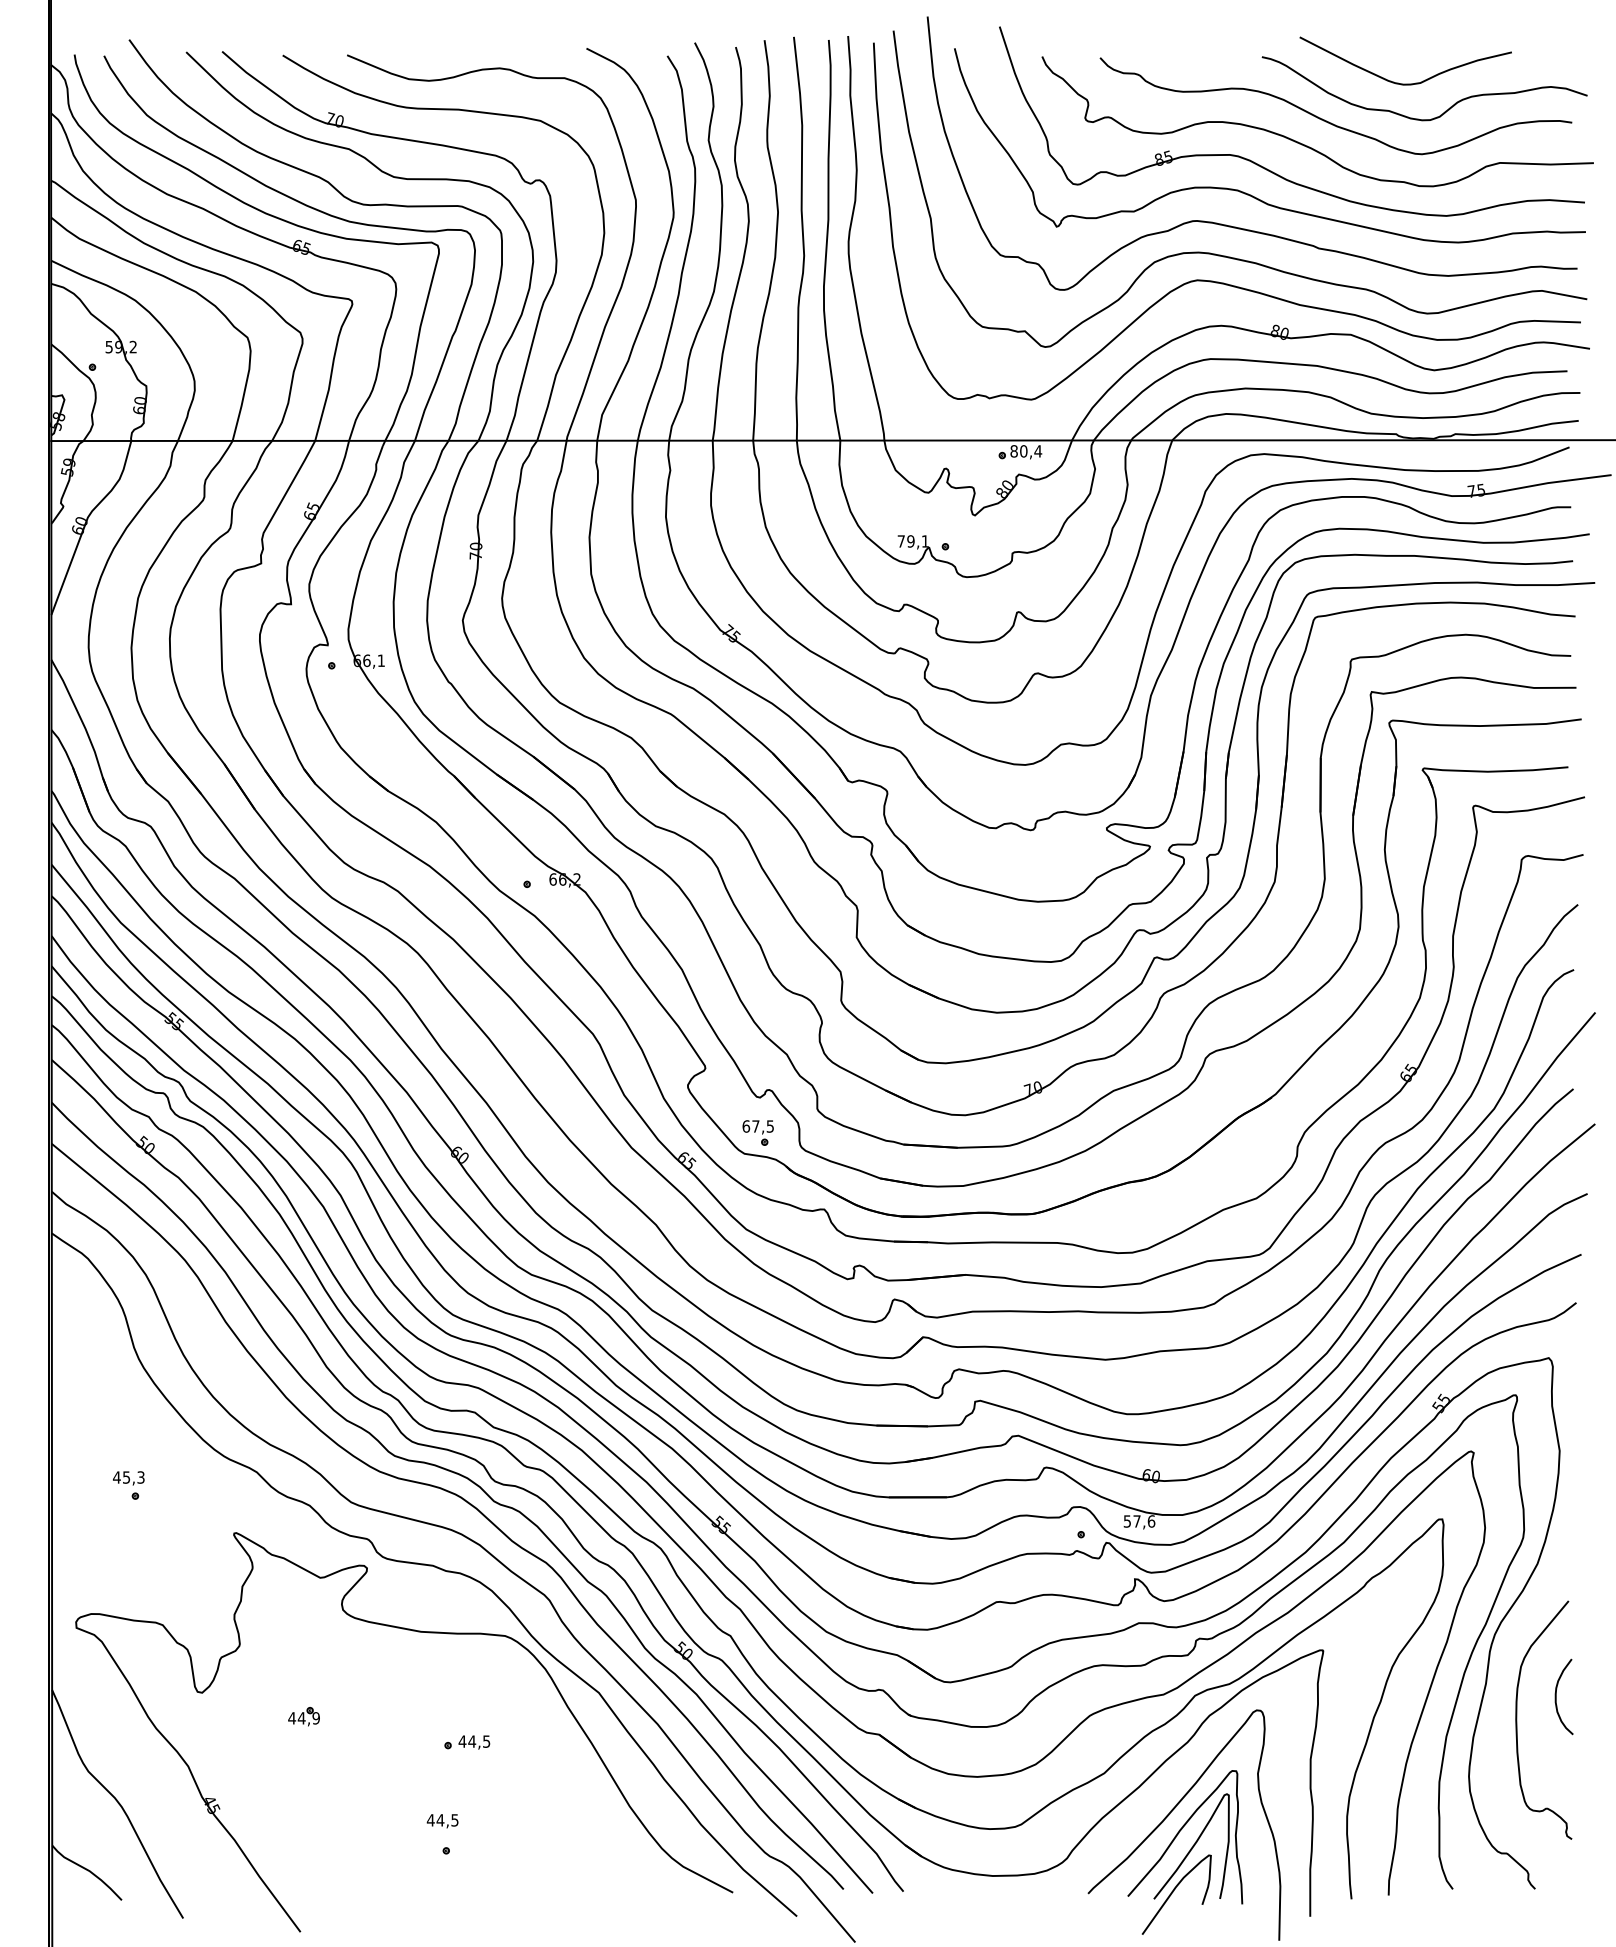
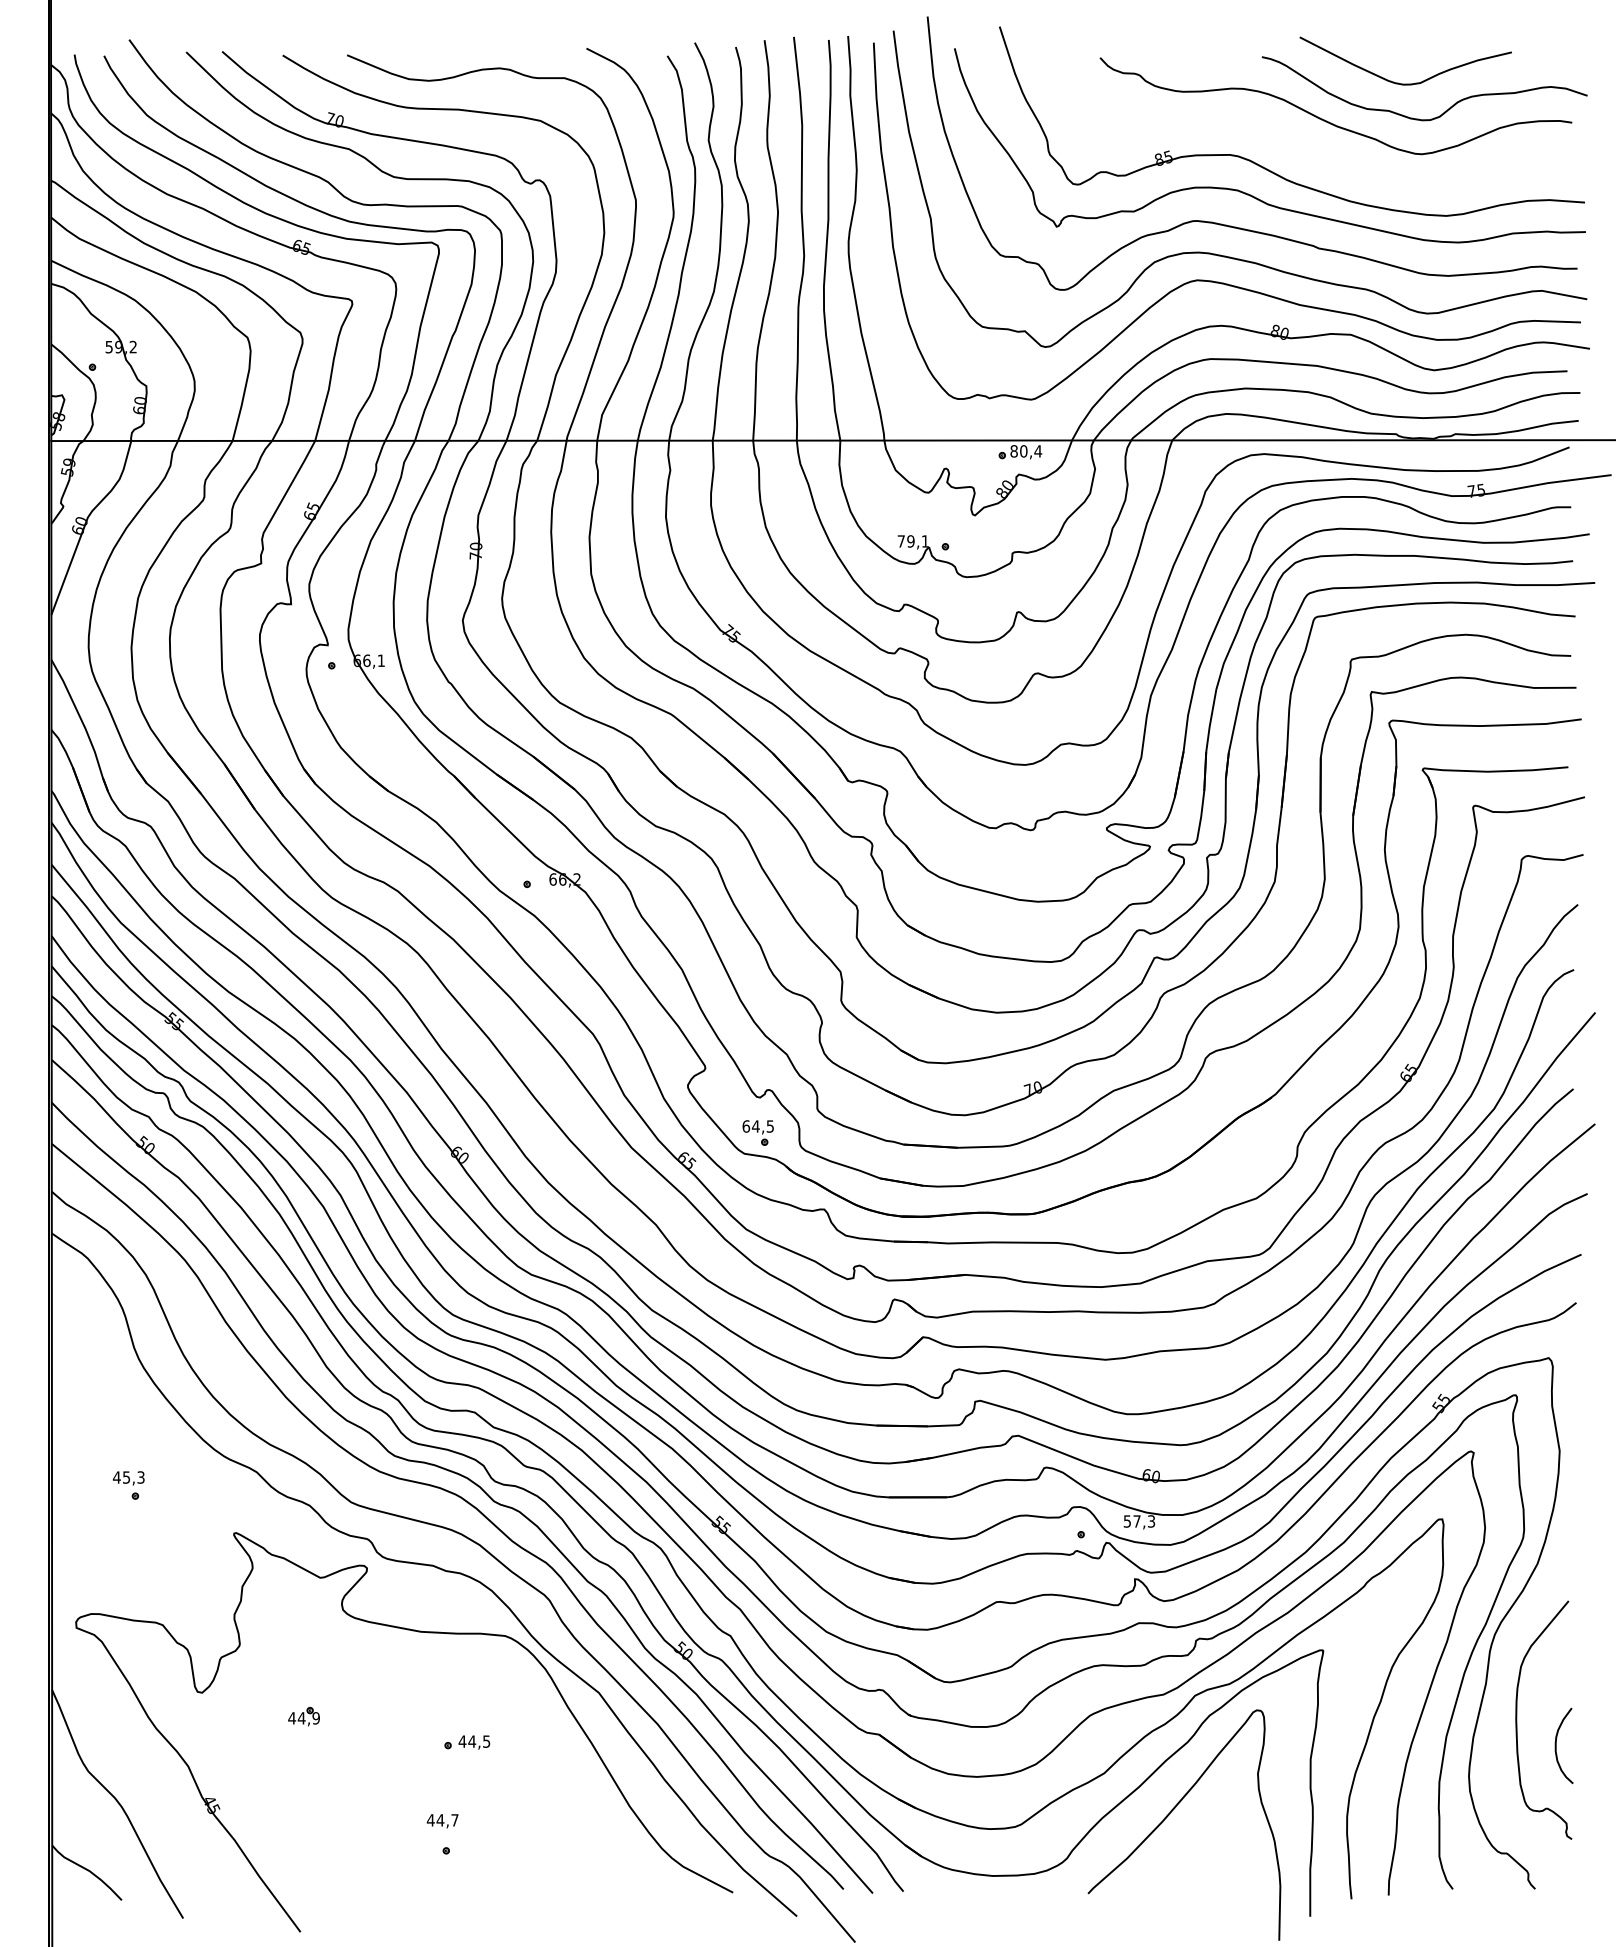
curve at (1305, 144): present -> none
text at (755, 1126): 67,5 -> 64,5
text at (1151, 1521): 57,6 -> 57,3
curve at (1556, 1696) position: (1556, 1696) -> (1556, 1745)
text at (454, 1820): 44,5 -> 44,7
part at (1185, 1852): present -> none
